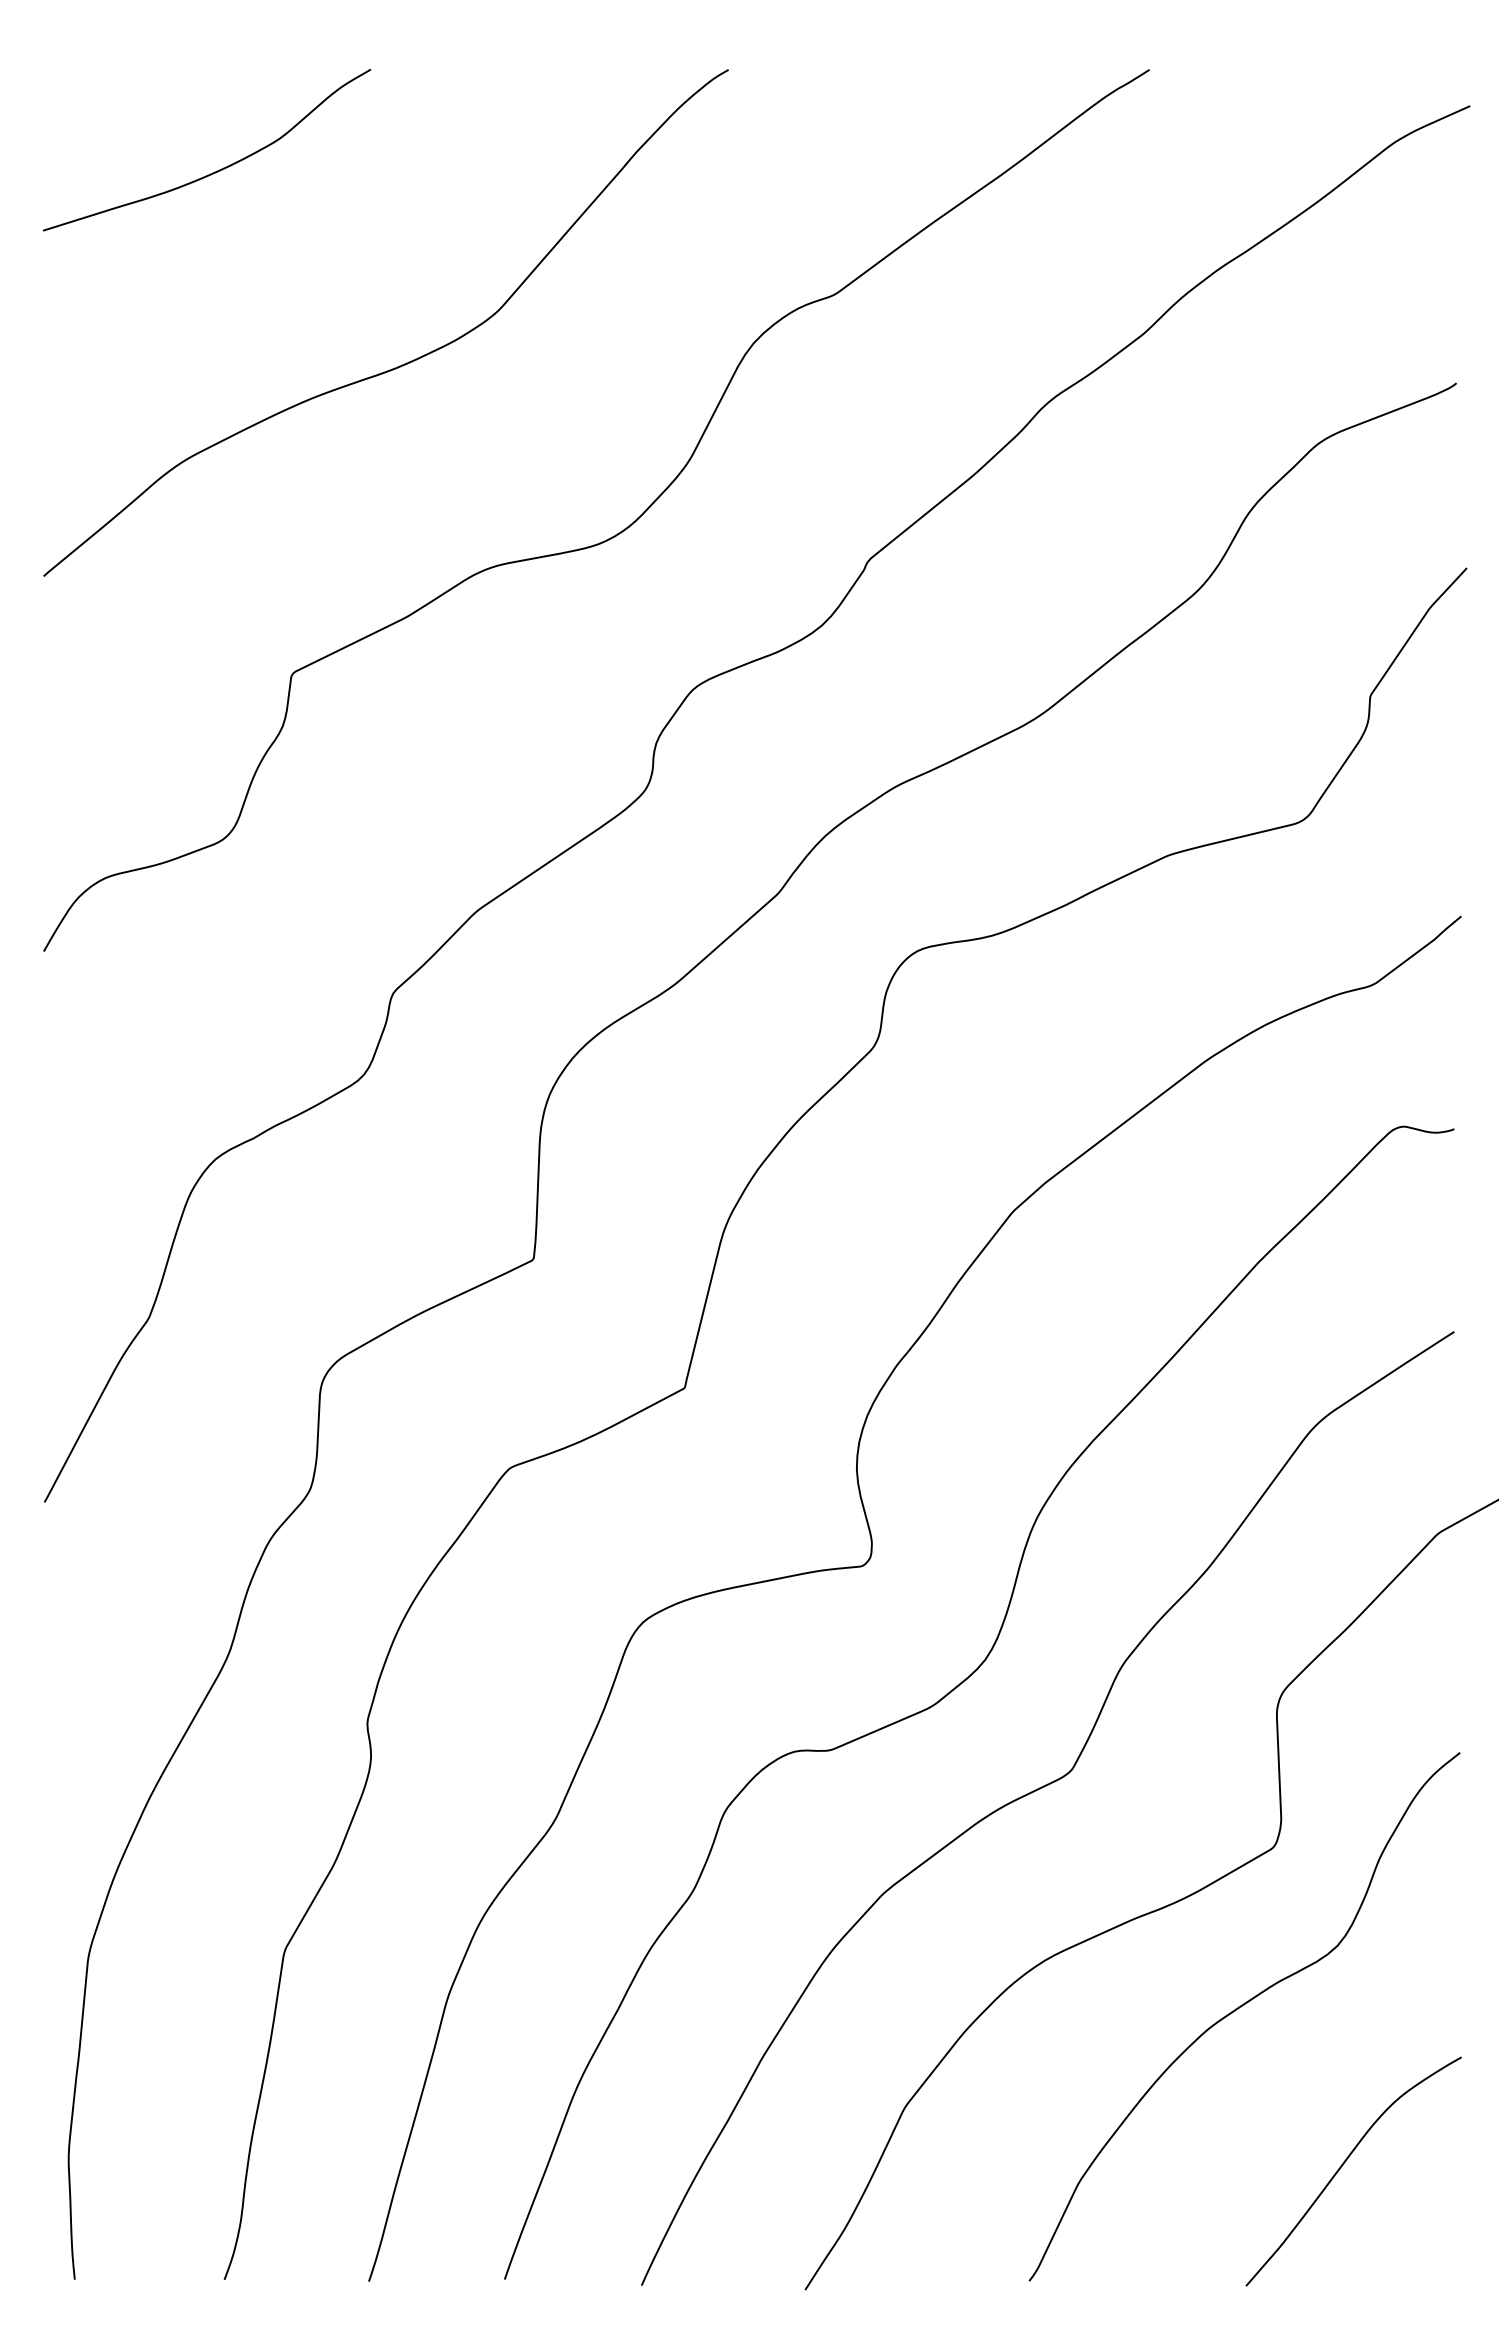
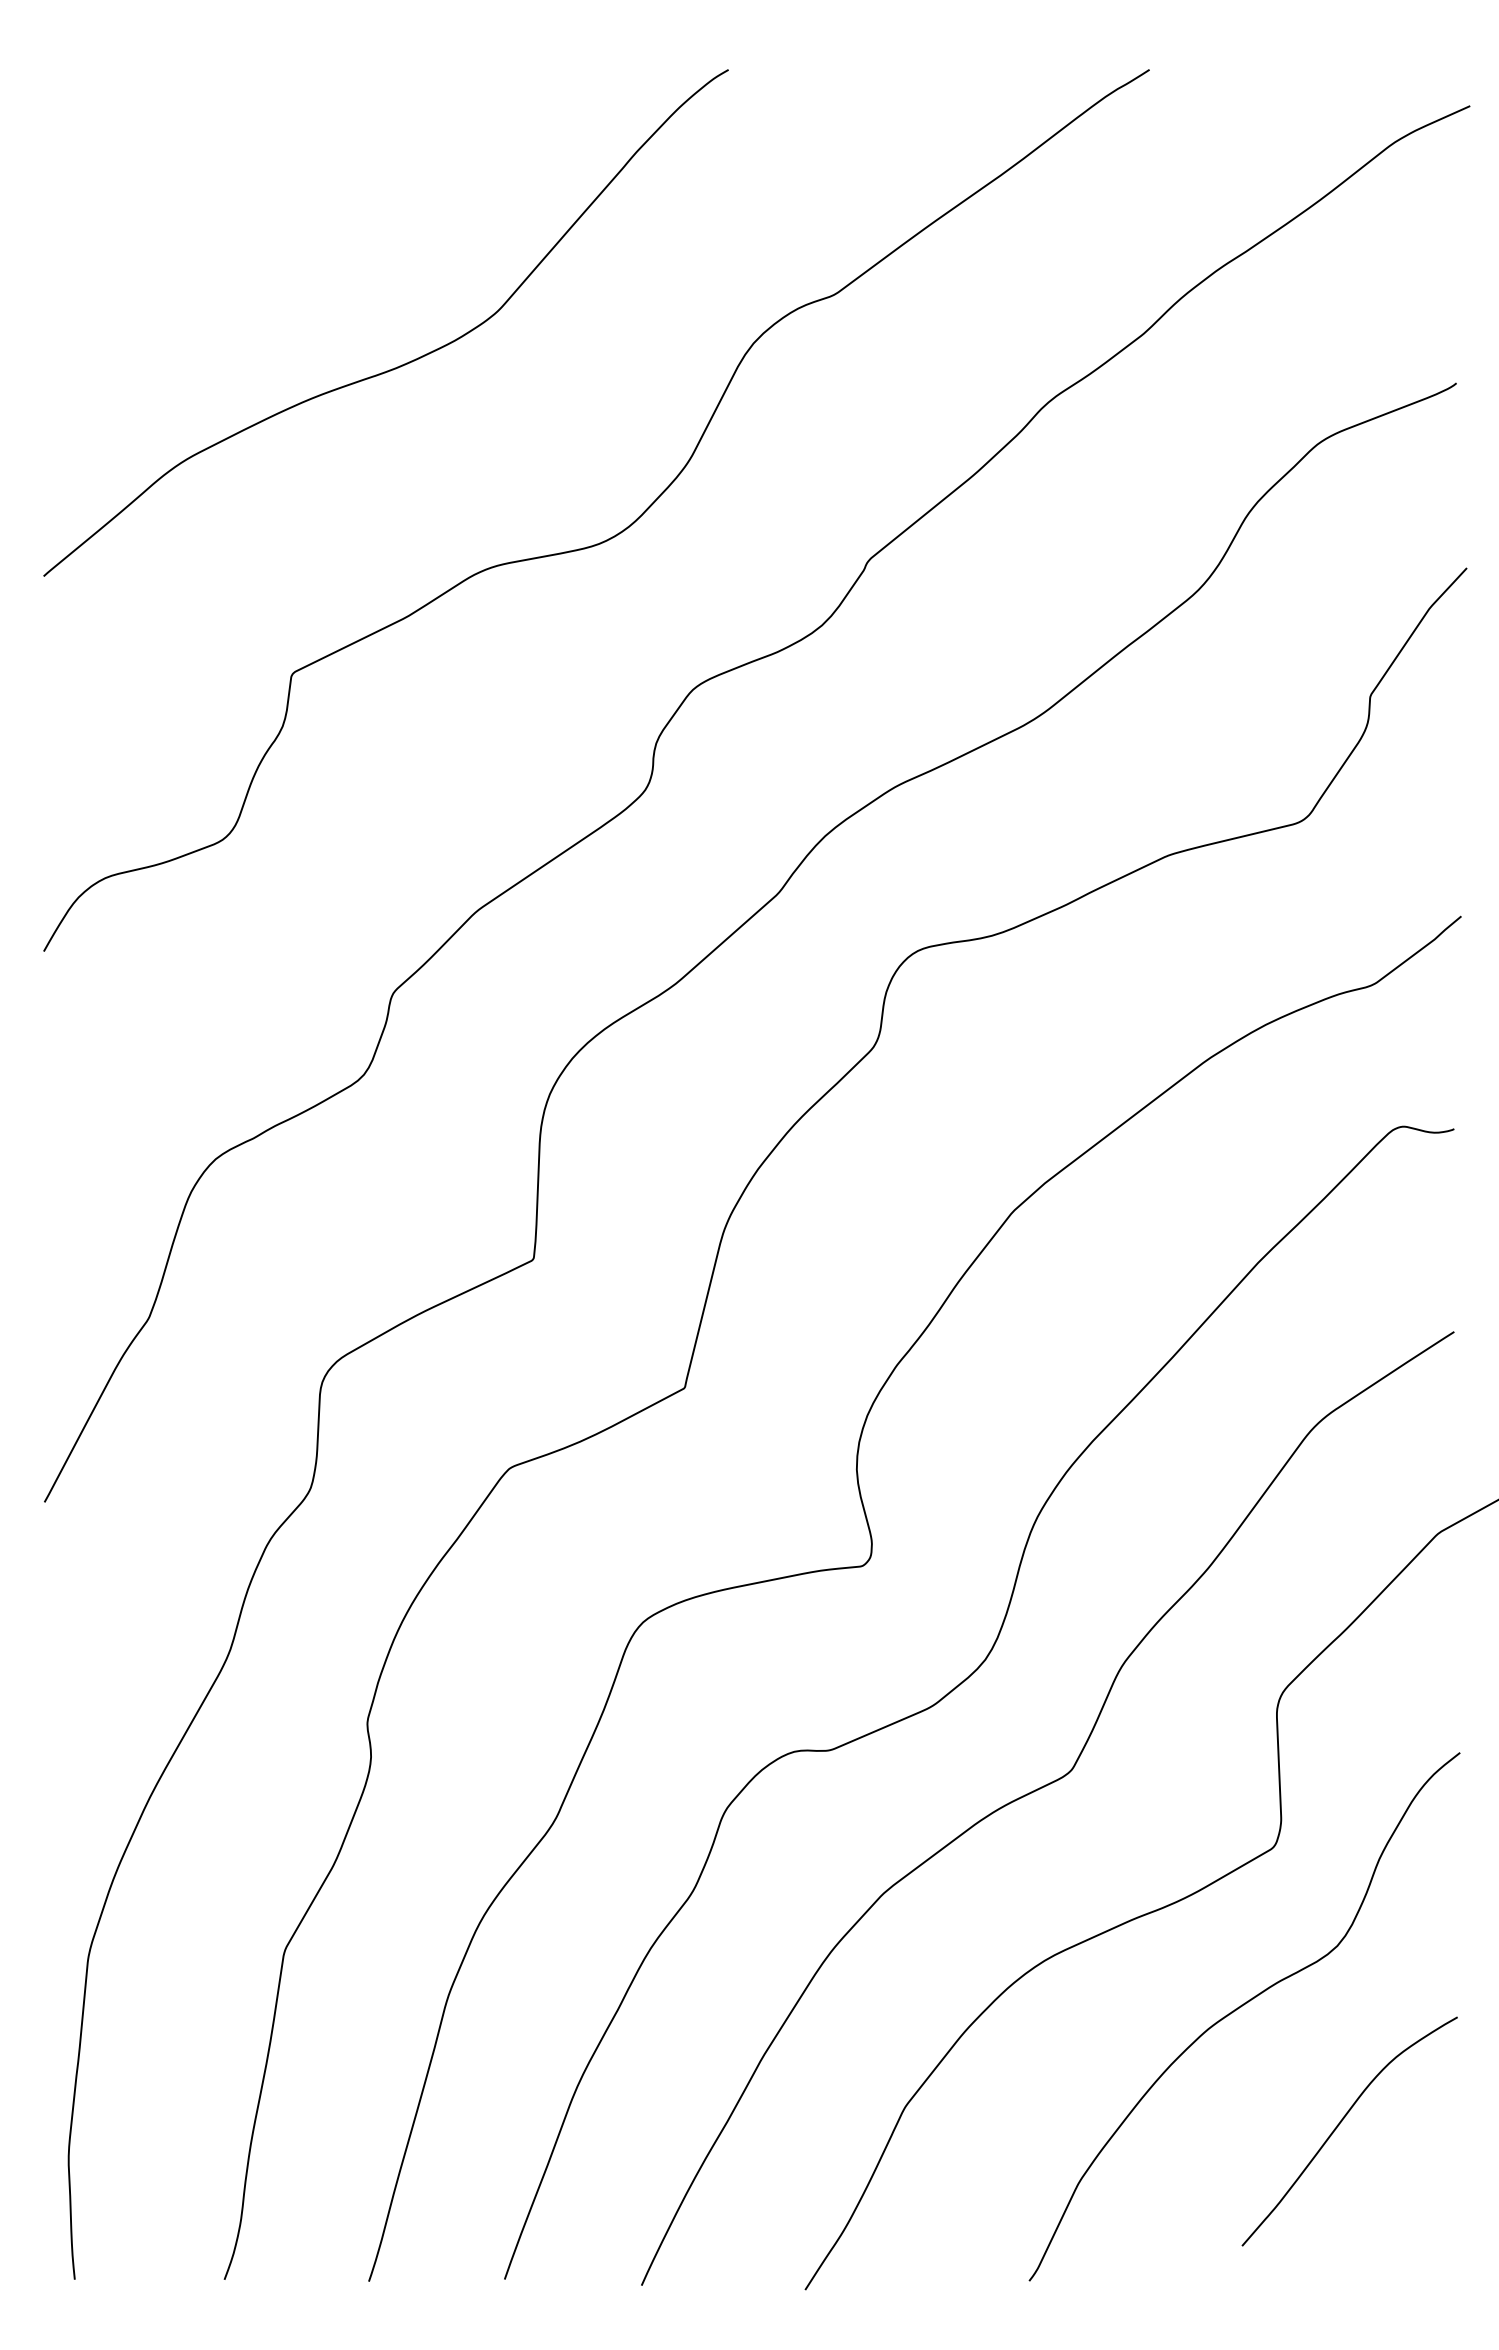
curve at (214, 171): present -> none
curve at (1343, 2165) position: (1343, 2165) -> (1339, 2125)
